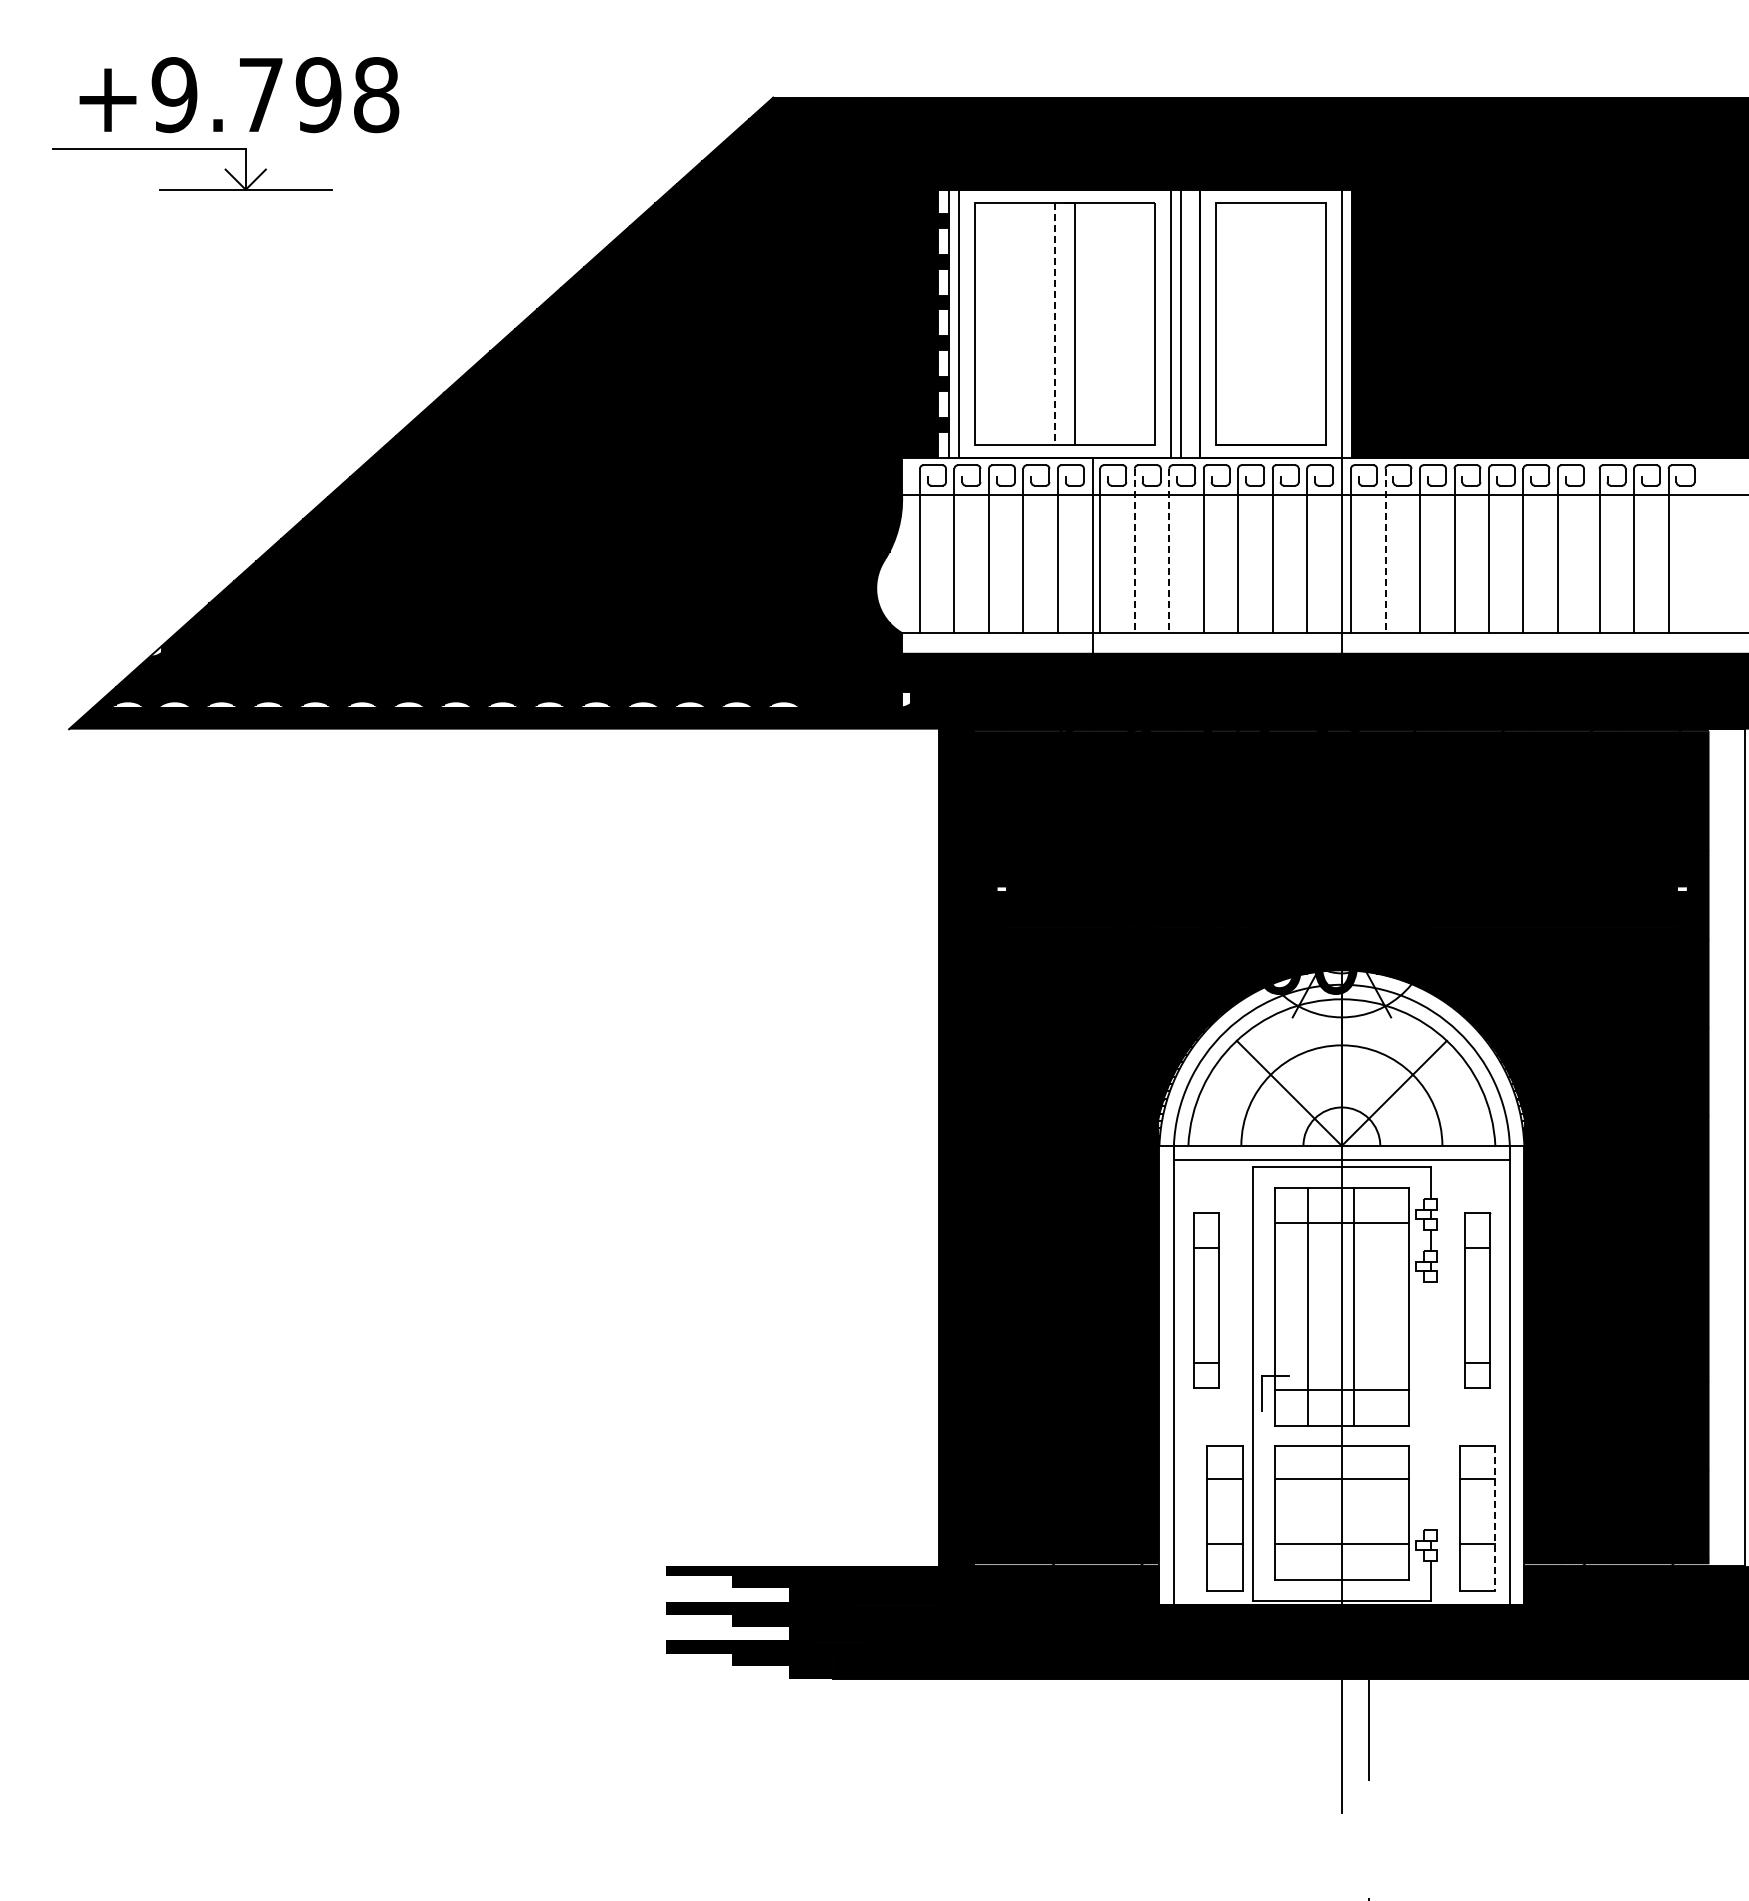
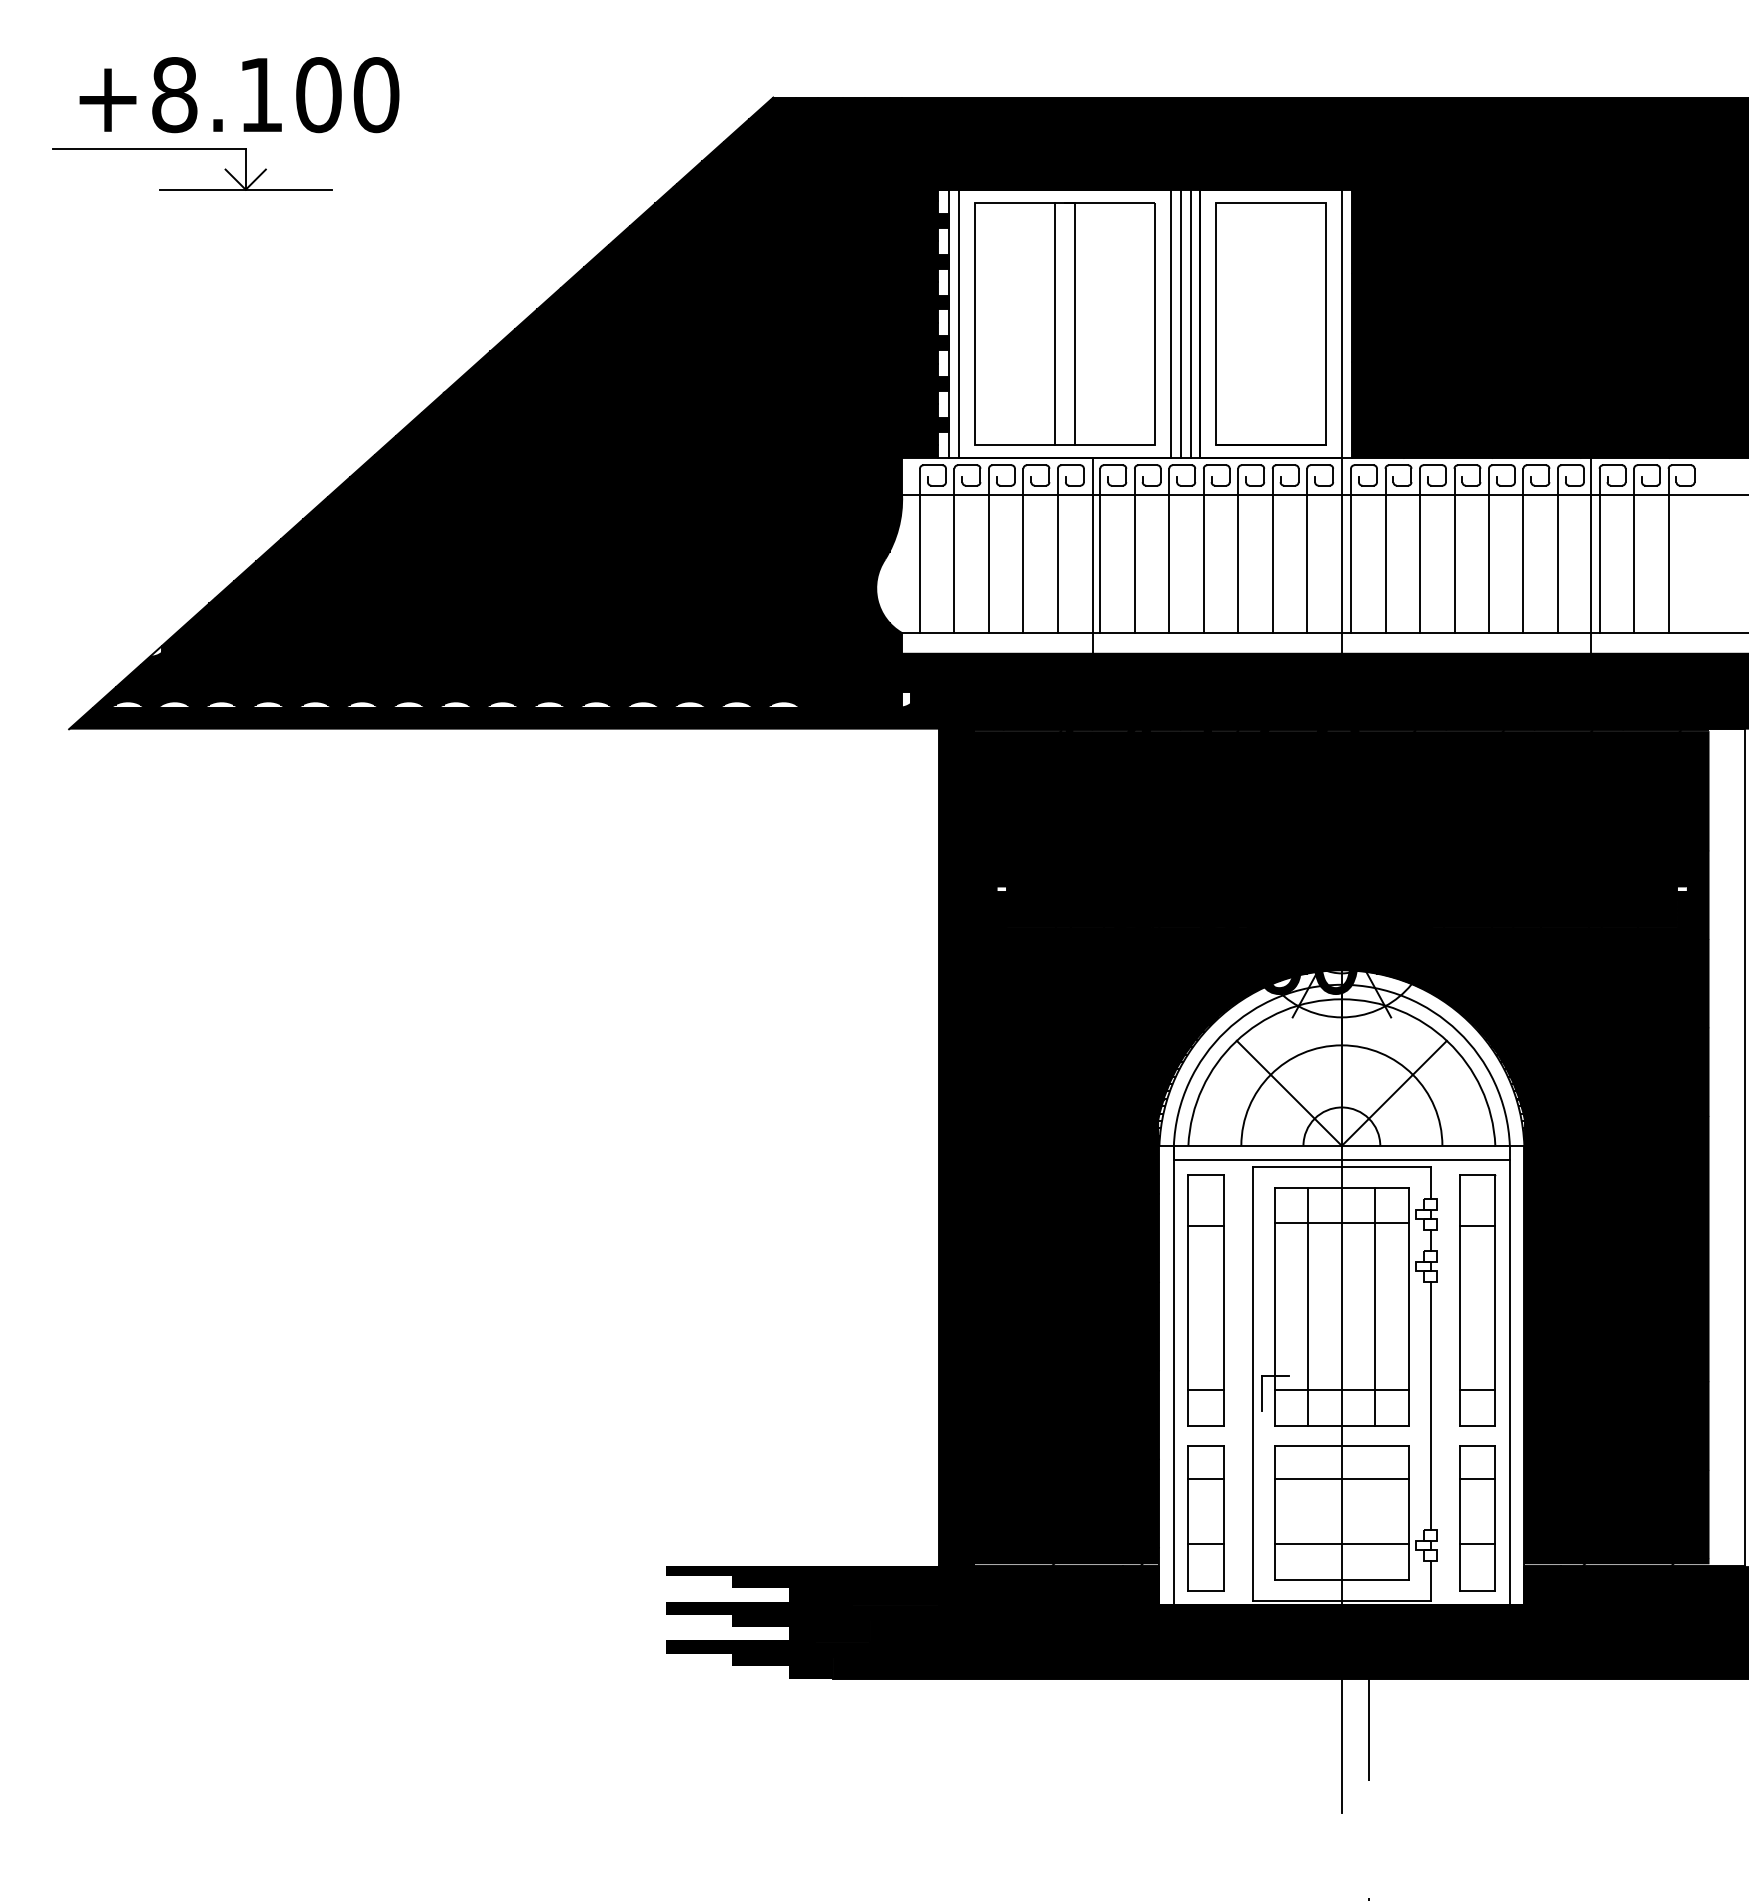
text at (275, 95): +9.798 -> +8.100
line at (1190, 323): none -> present
line at (1055, 324): dashed -> solid
line at (1134, 551): dashed -> solid
line at (1169, 551): dashed -> solid
line at (1385, 551): dashed -> solid
line at (1591, 555): none -> present
part at (1206, 1300) size: 27x177 px -> 38x253 px
part at (1477, 1300) size: 28x177 px -> 38x253 px
line at (1354, 1306) position: (1354, 1306) -> (1375, 1306)
line at (1430, 1406): none -> present
part at (1224, 1518) position: (1224, 1518) -> (1205, 1518)
line at (1495, 1518): dashed -> solid
